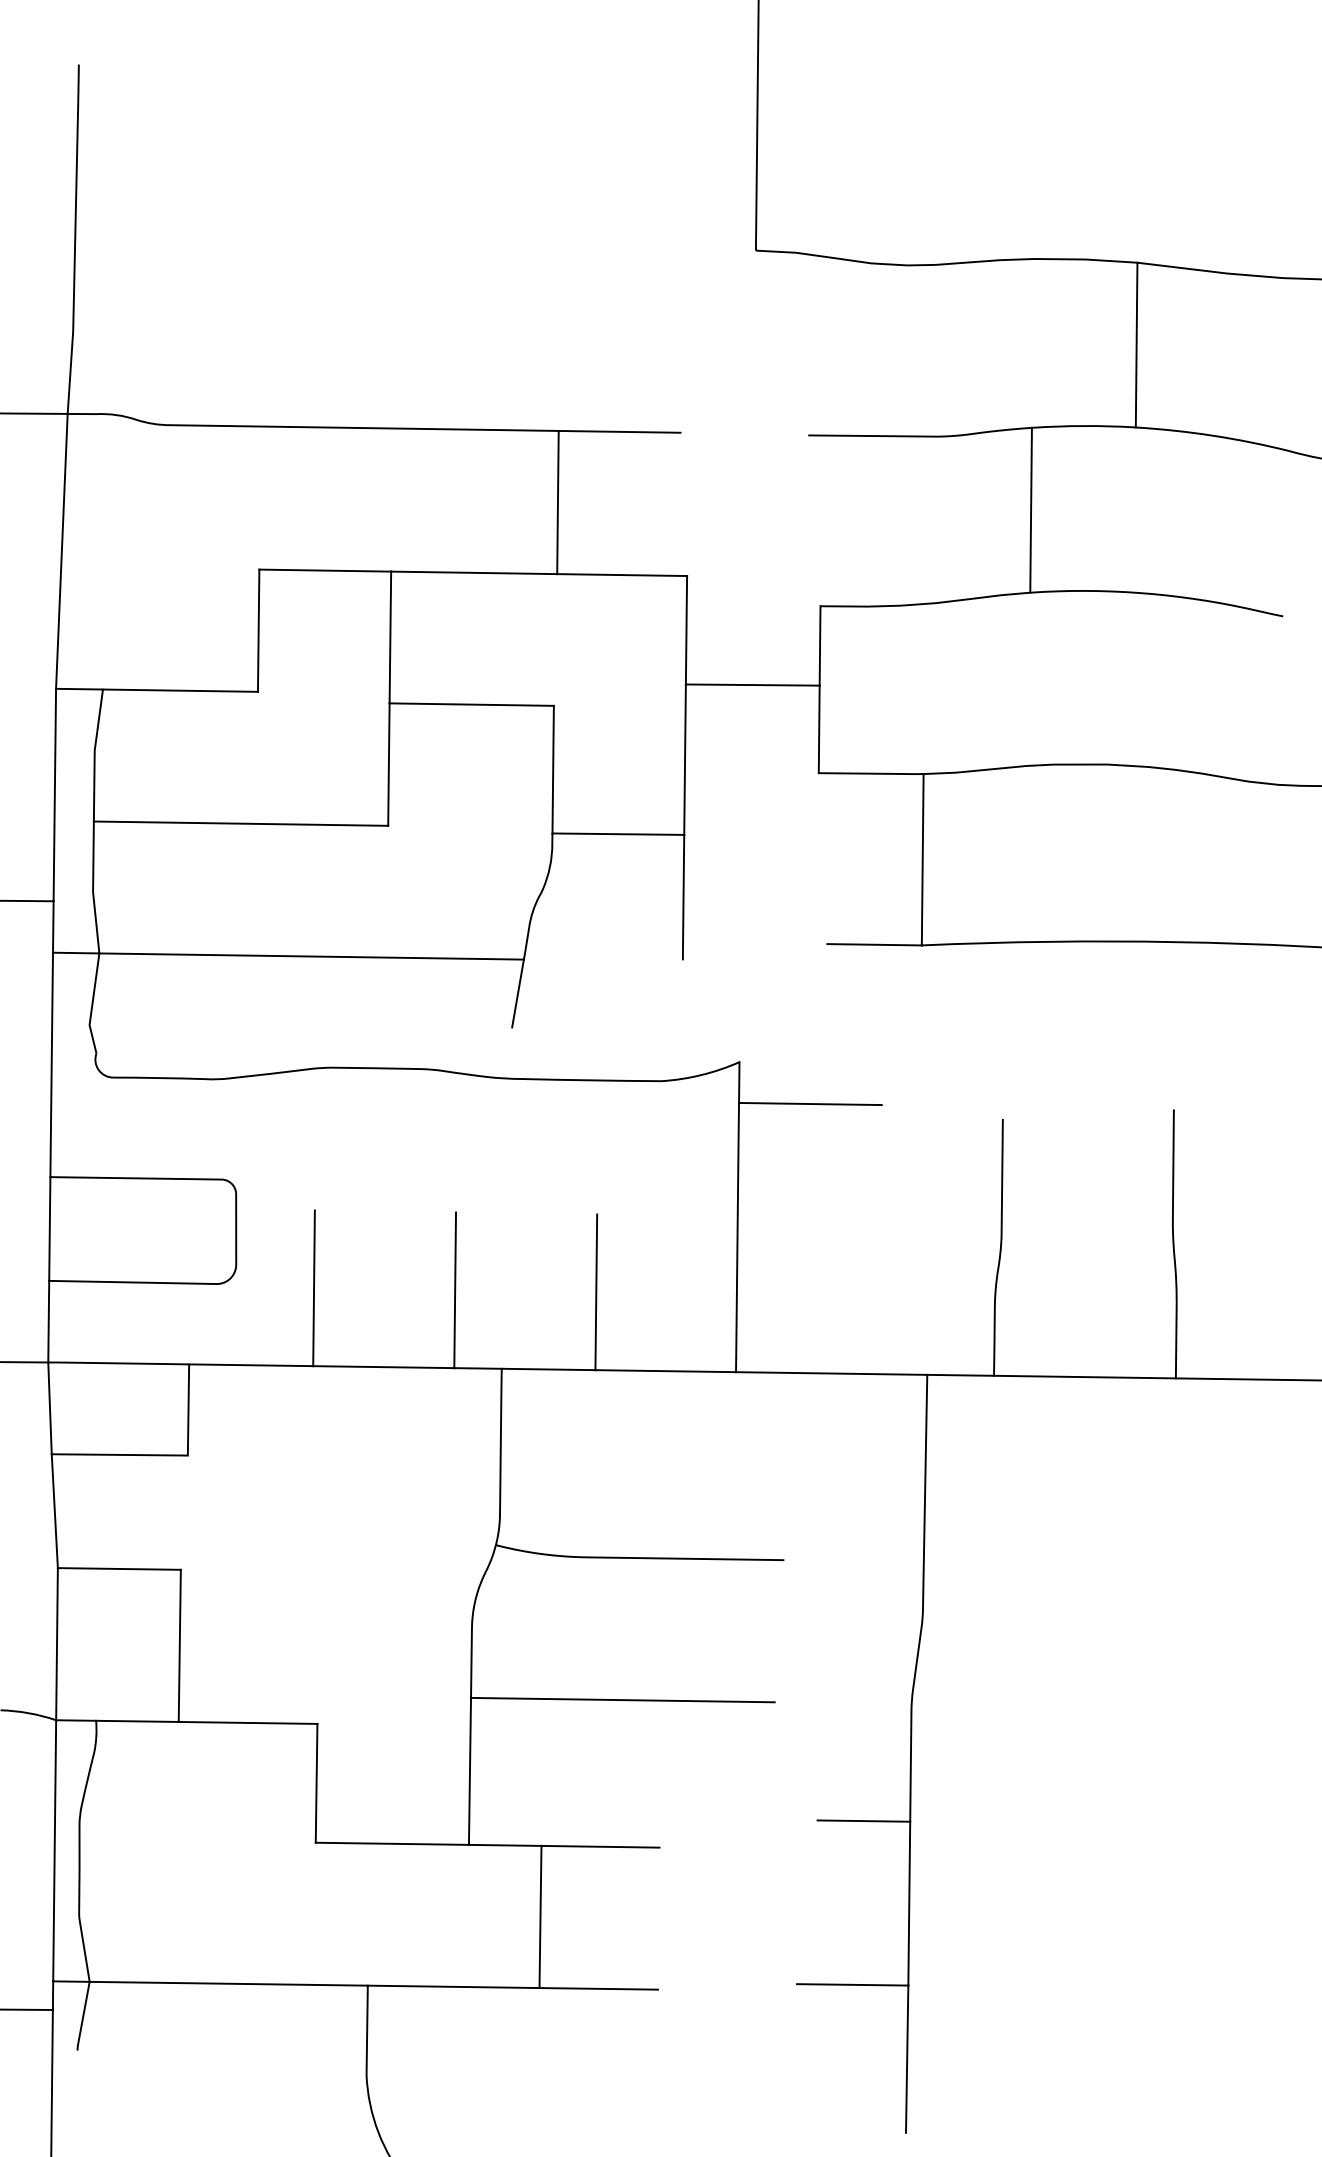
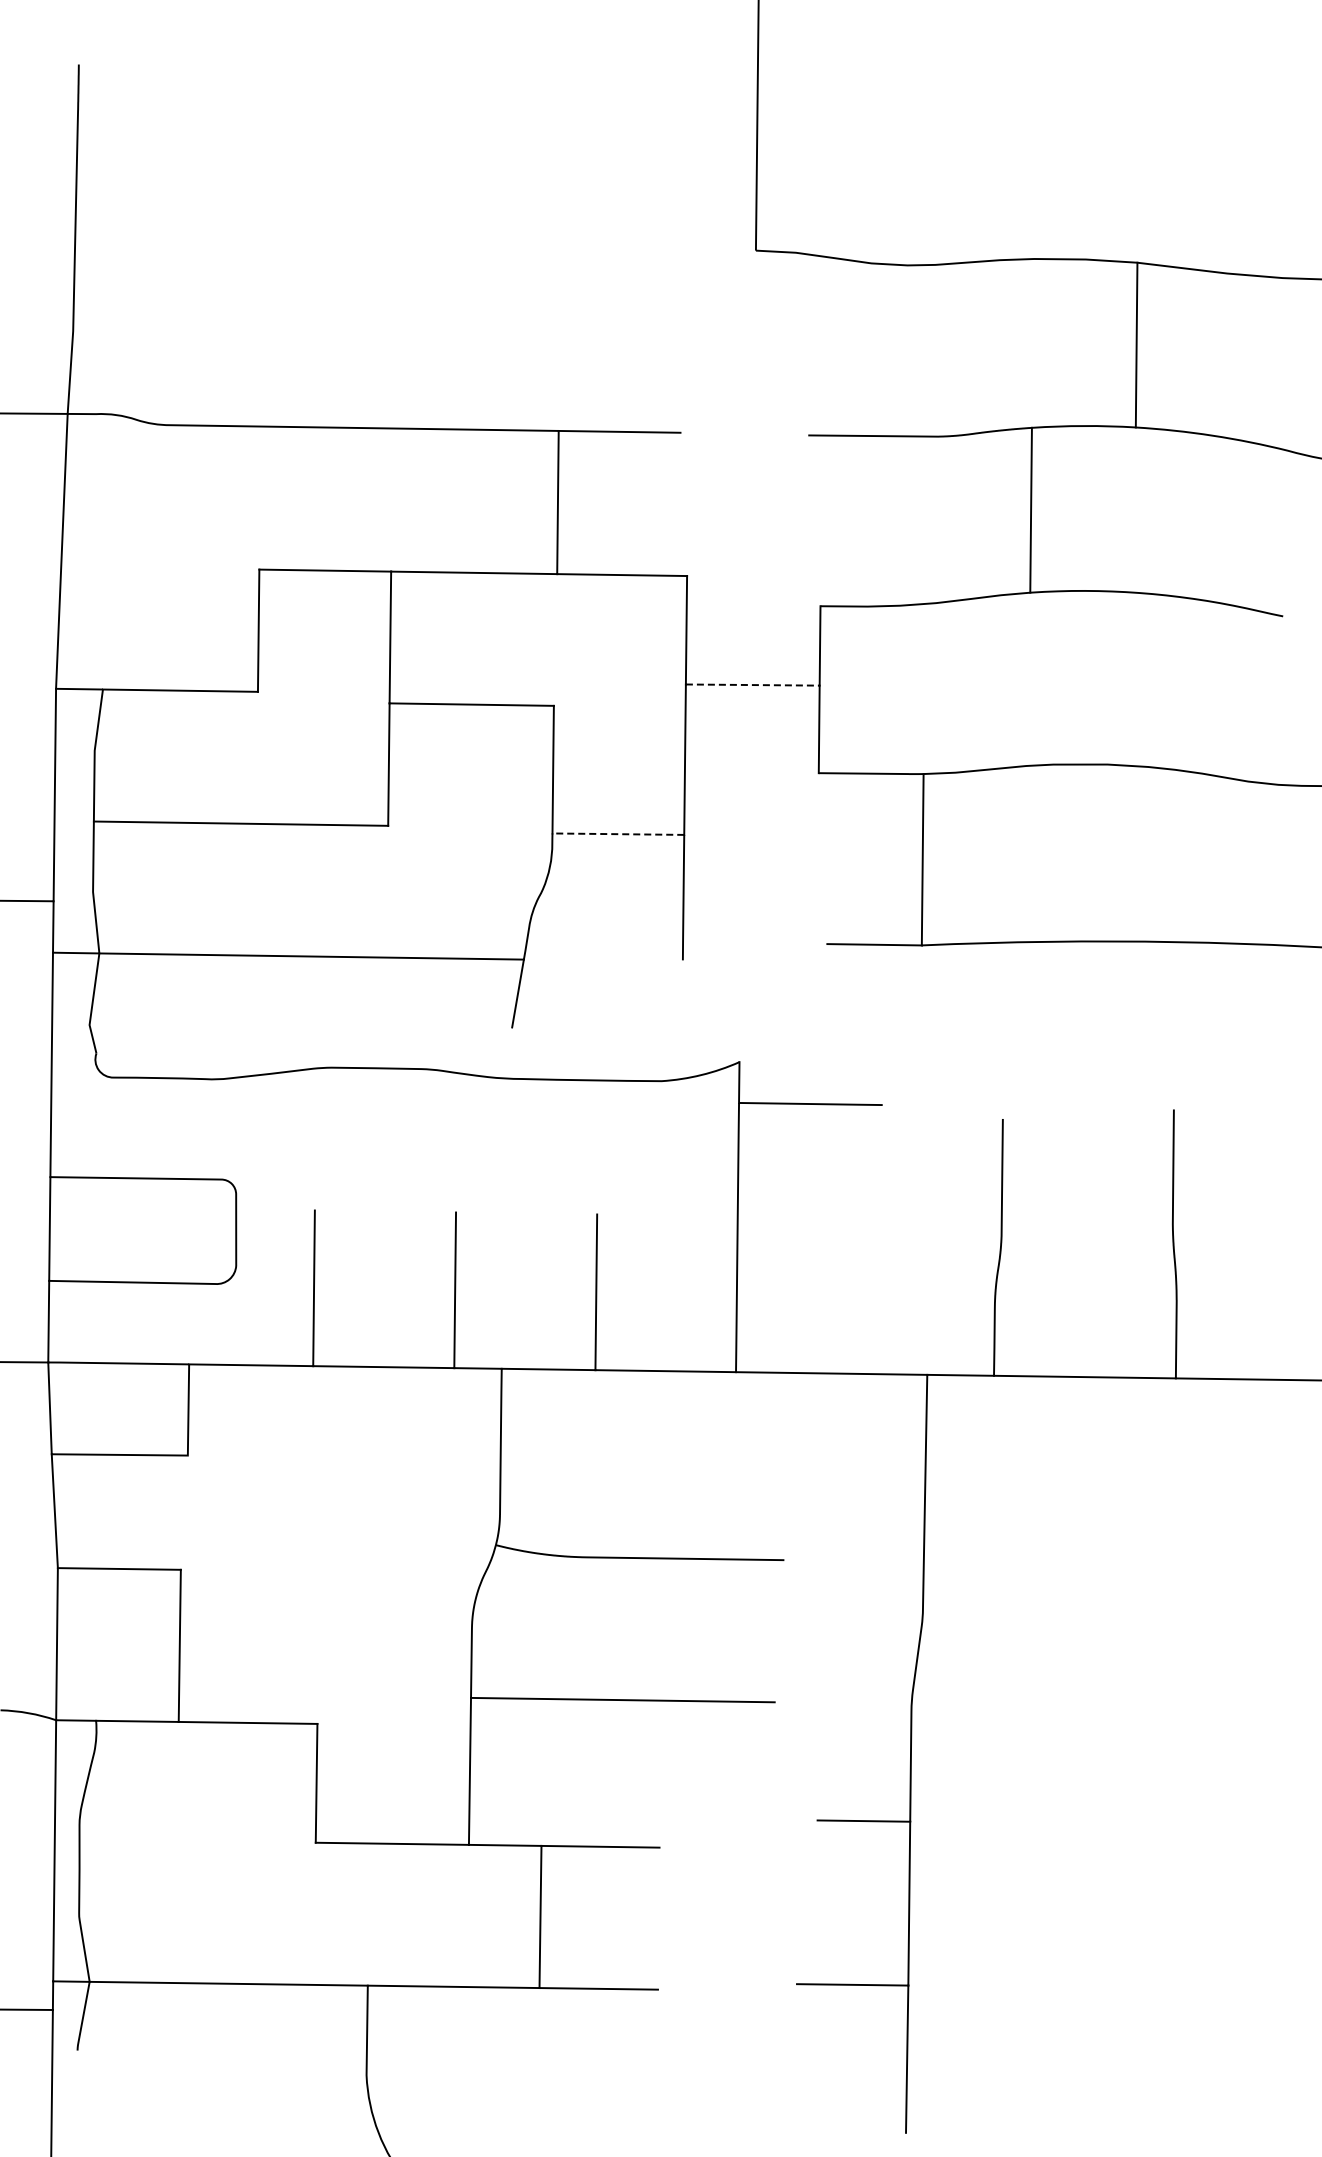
line at (752, 685): solid -> dashed
line at (618, 834): solid -> dashed
